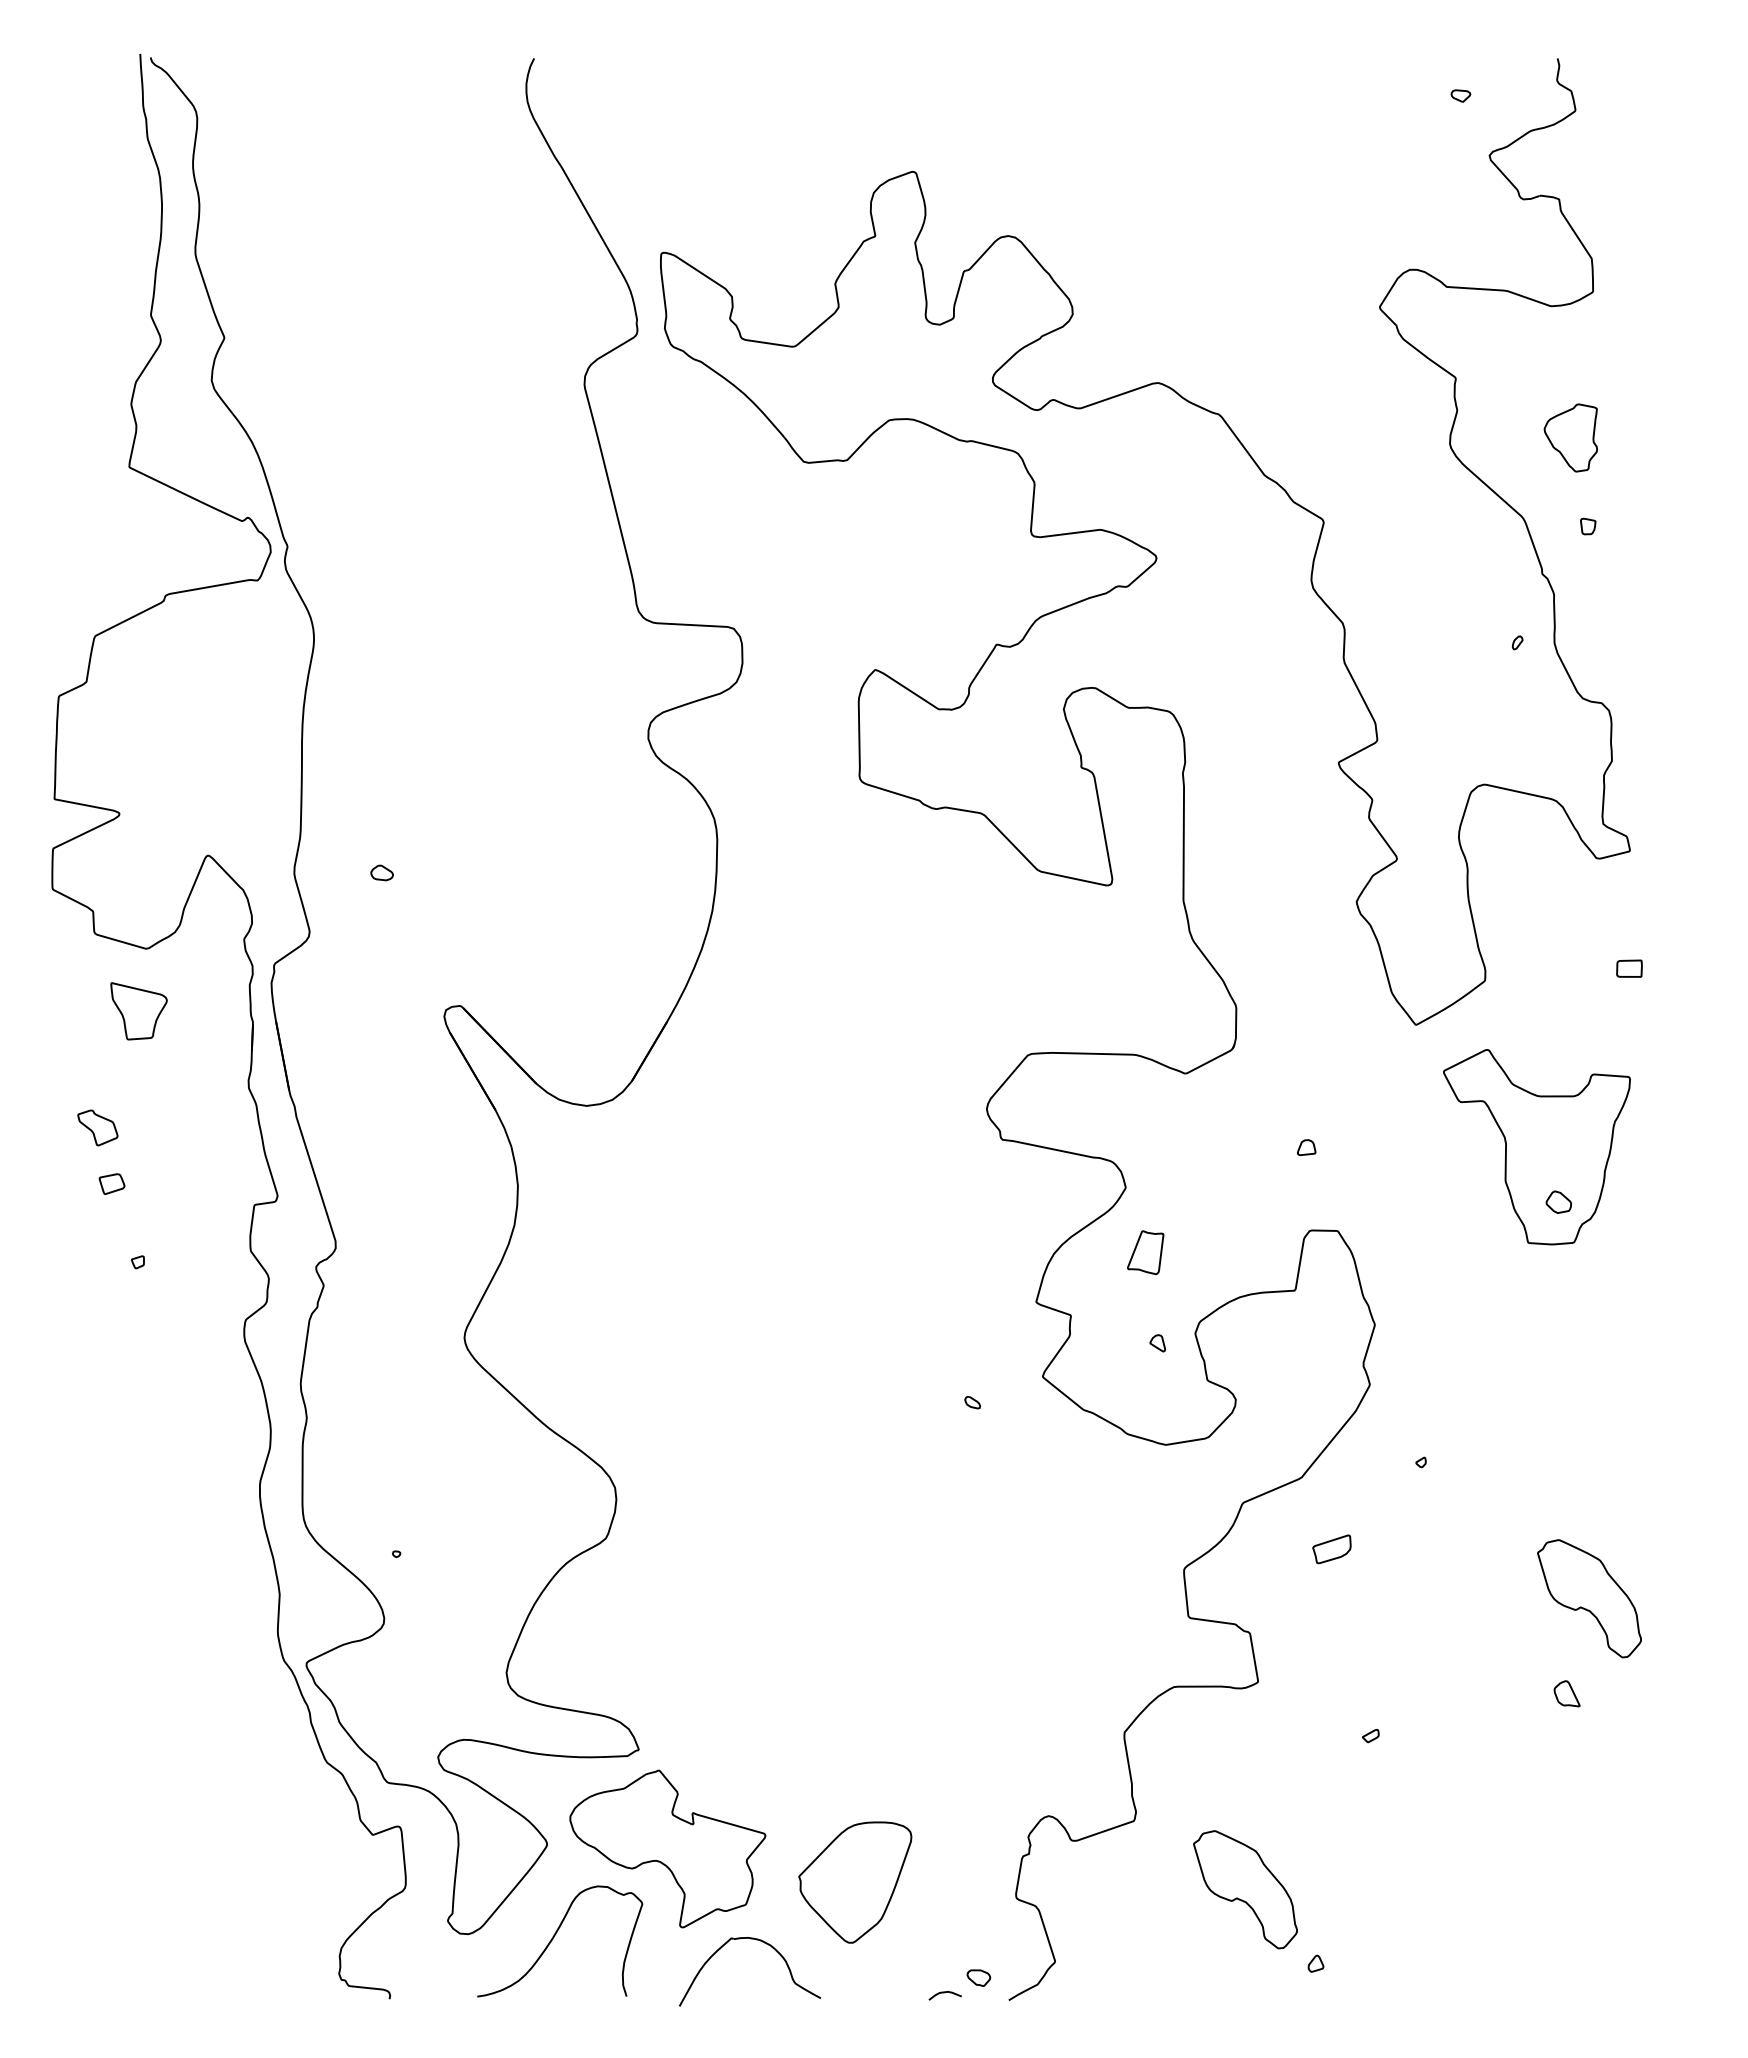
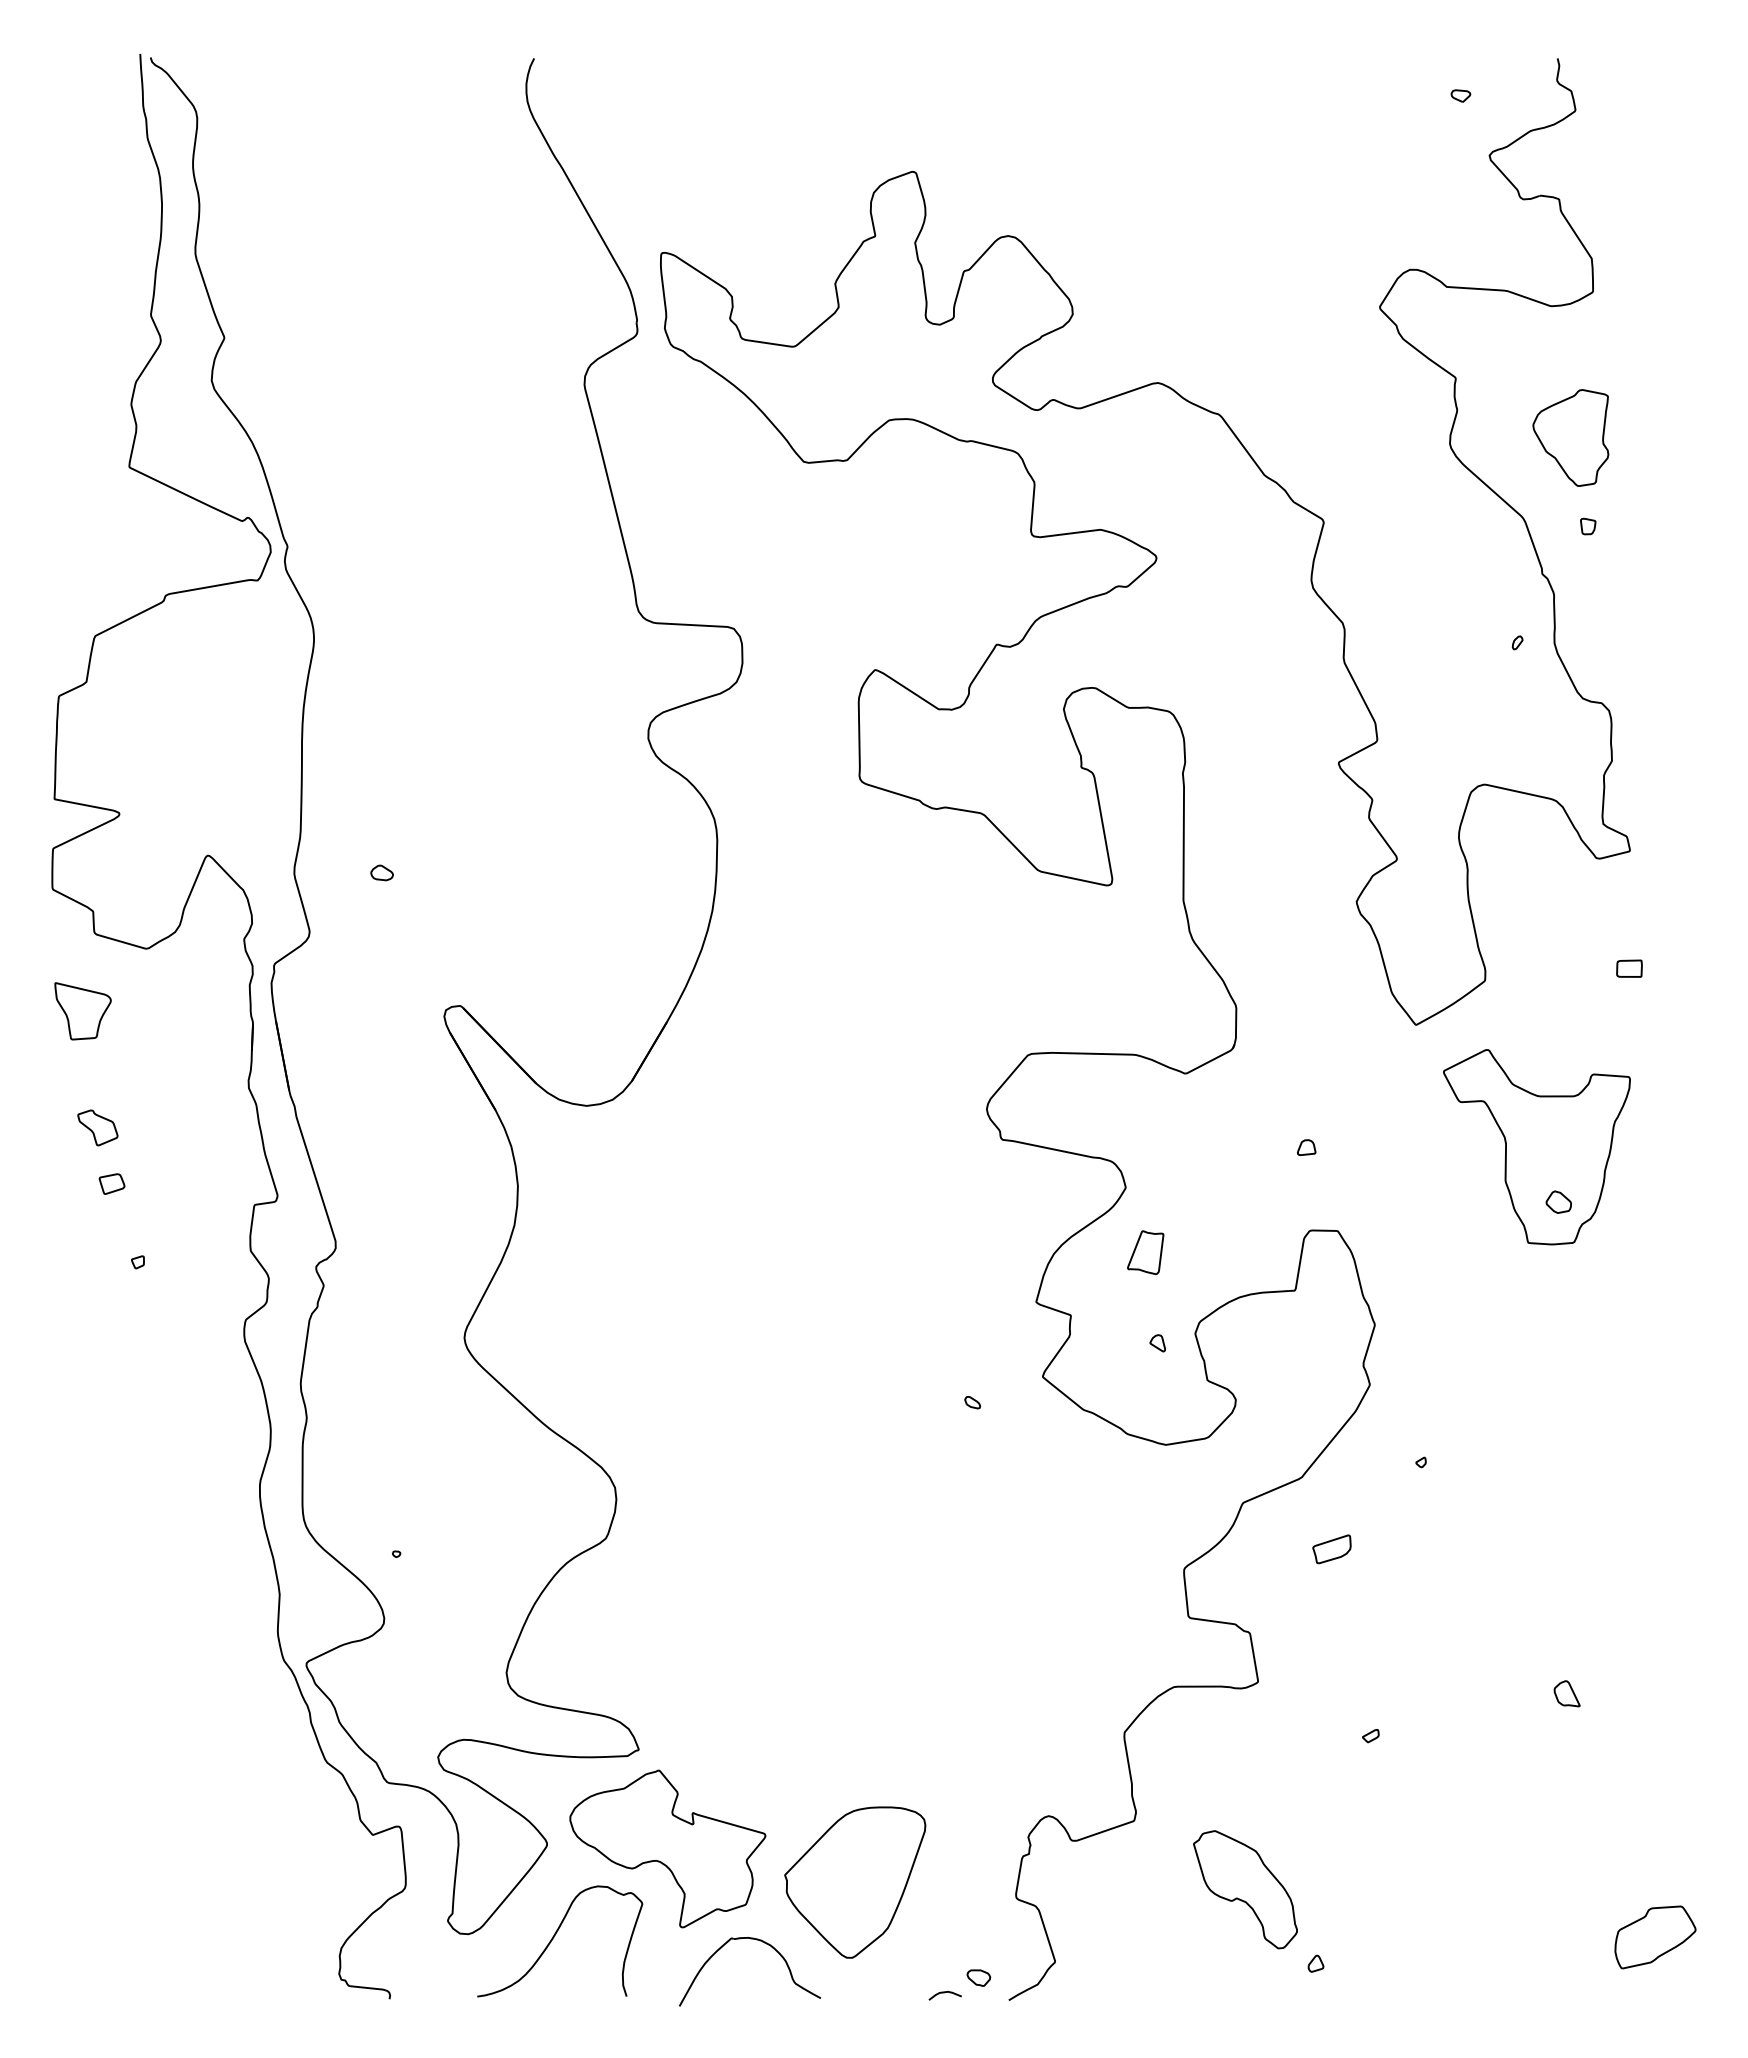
part at (1570, 437) size: 56x70 px -> 78x98 px
part at (138, 1011) position: (138, 1011) -> (82, 1011)
part at (1589, 1598): present -> none
part at (855, 1882) size: 115x123 px -> 143x153 px
part at (1655, 1937): none -> present
